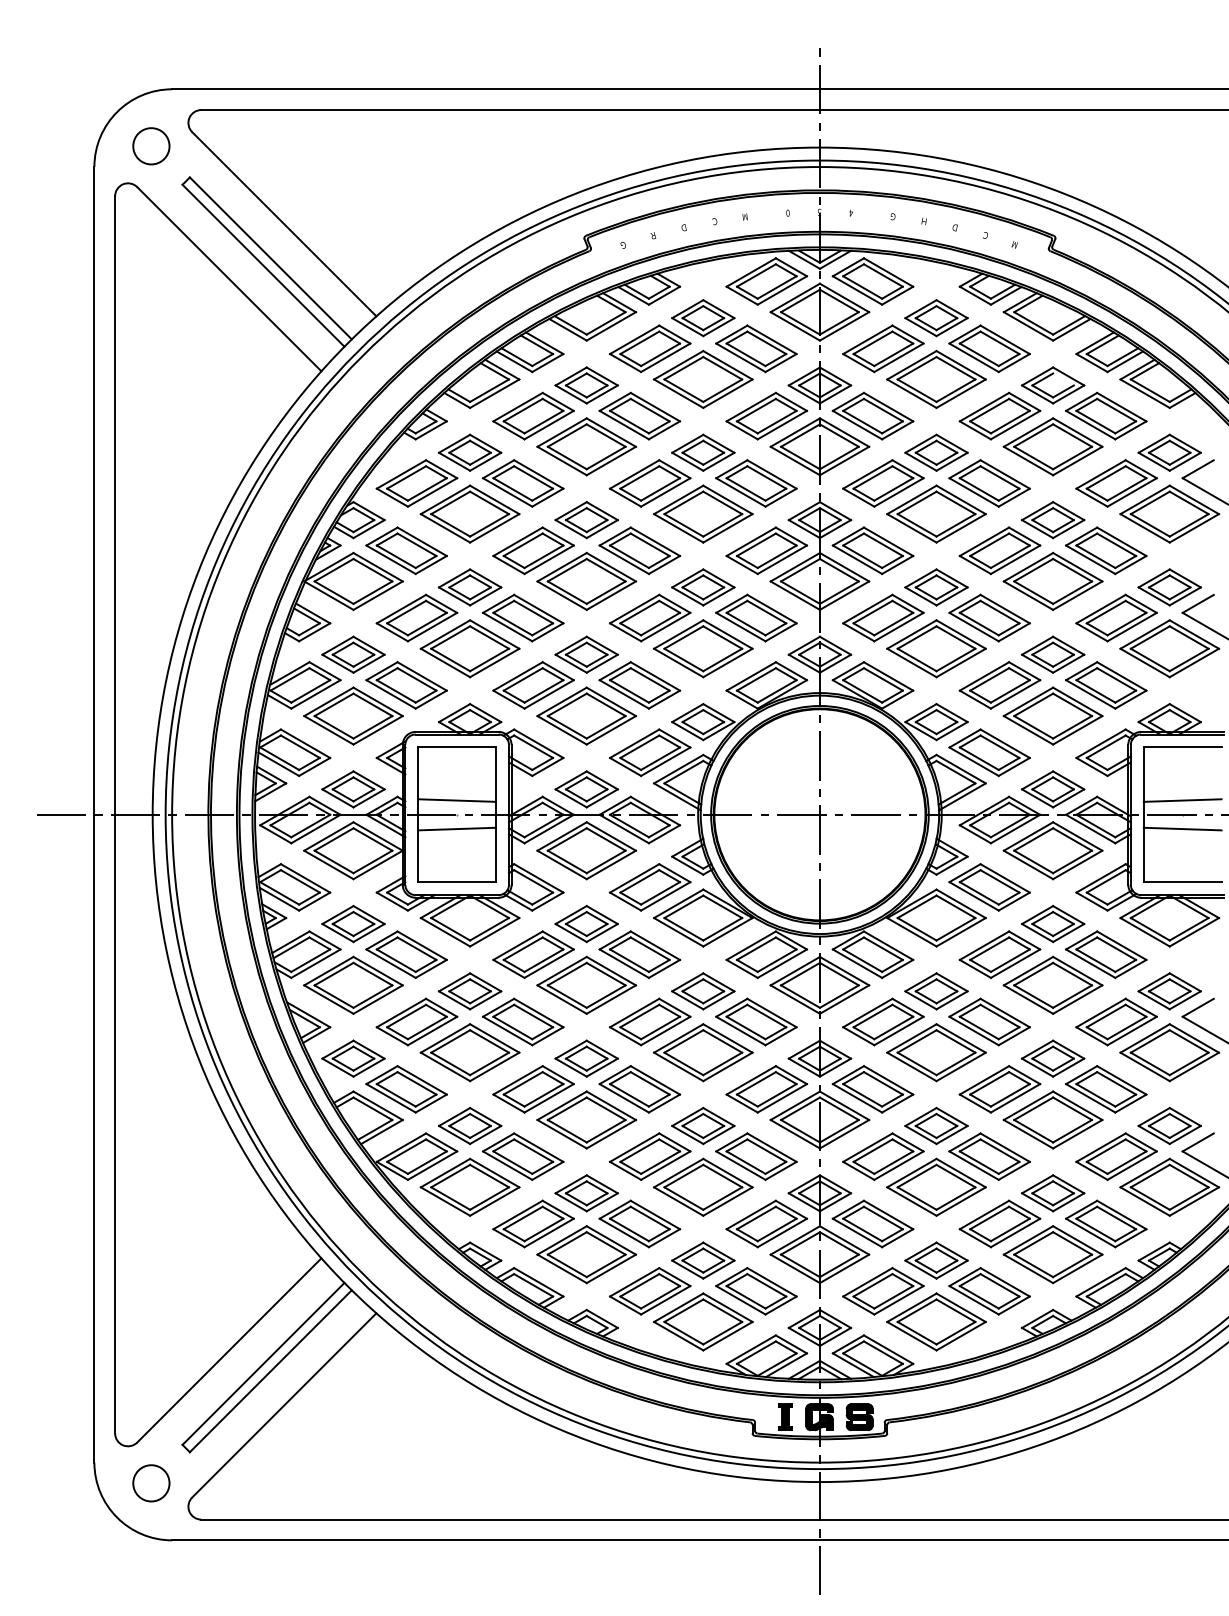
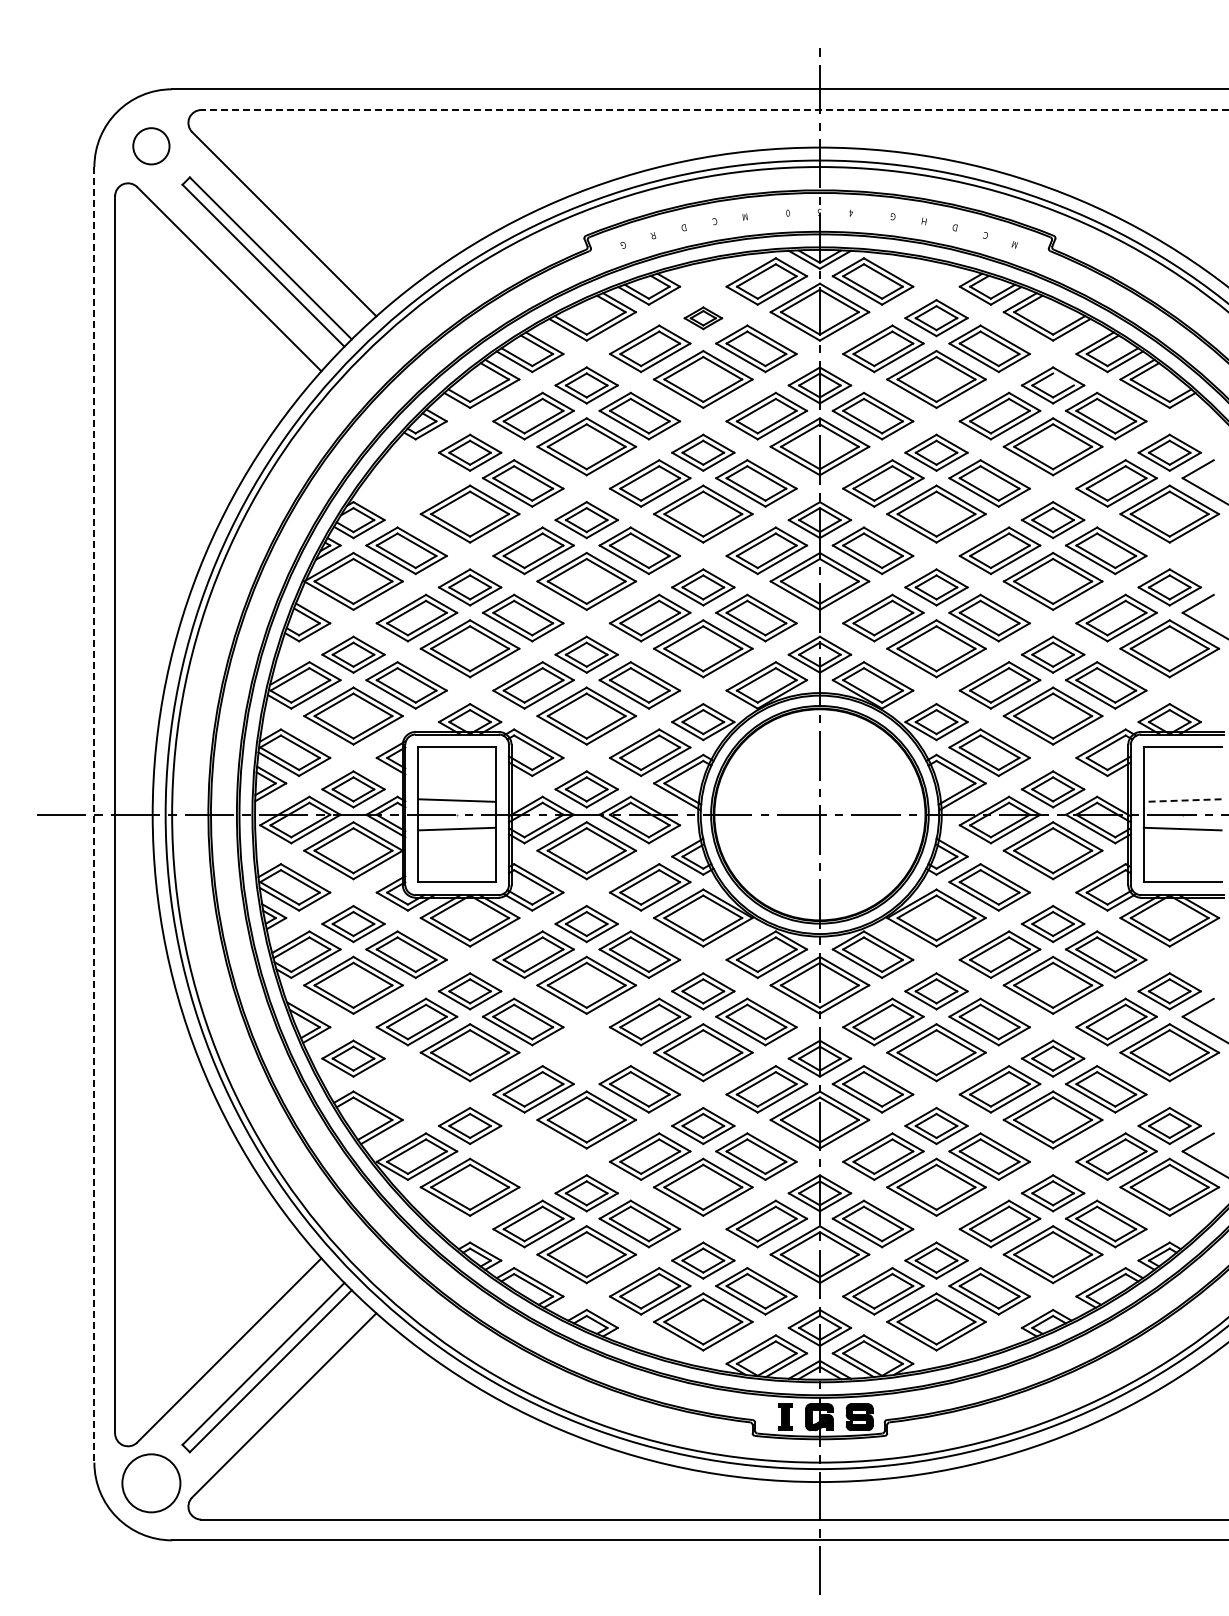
line at (715, 110): solid -> dashed
part at (703, 318) size: 65x39 px -> 41x25 px
part at (416, 483): present -> none
line at (1182, 800): solid -> dashed
line at (94, 814): solid -> dashed
part at (586, 1058): present -> none
part at (406, 1089): present -> none
part at (523, 1156): present -> none
circle at (151, 1483) diameter: 36 px -> 58 px
